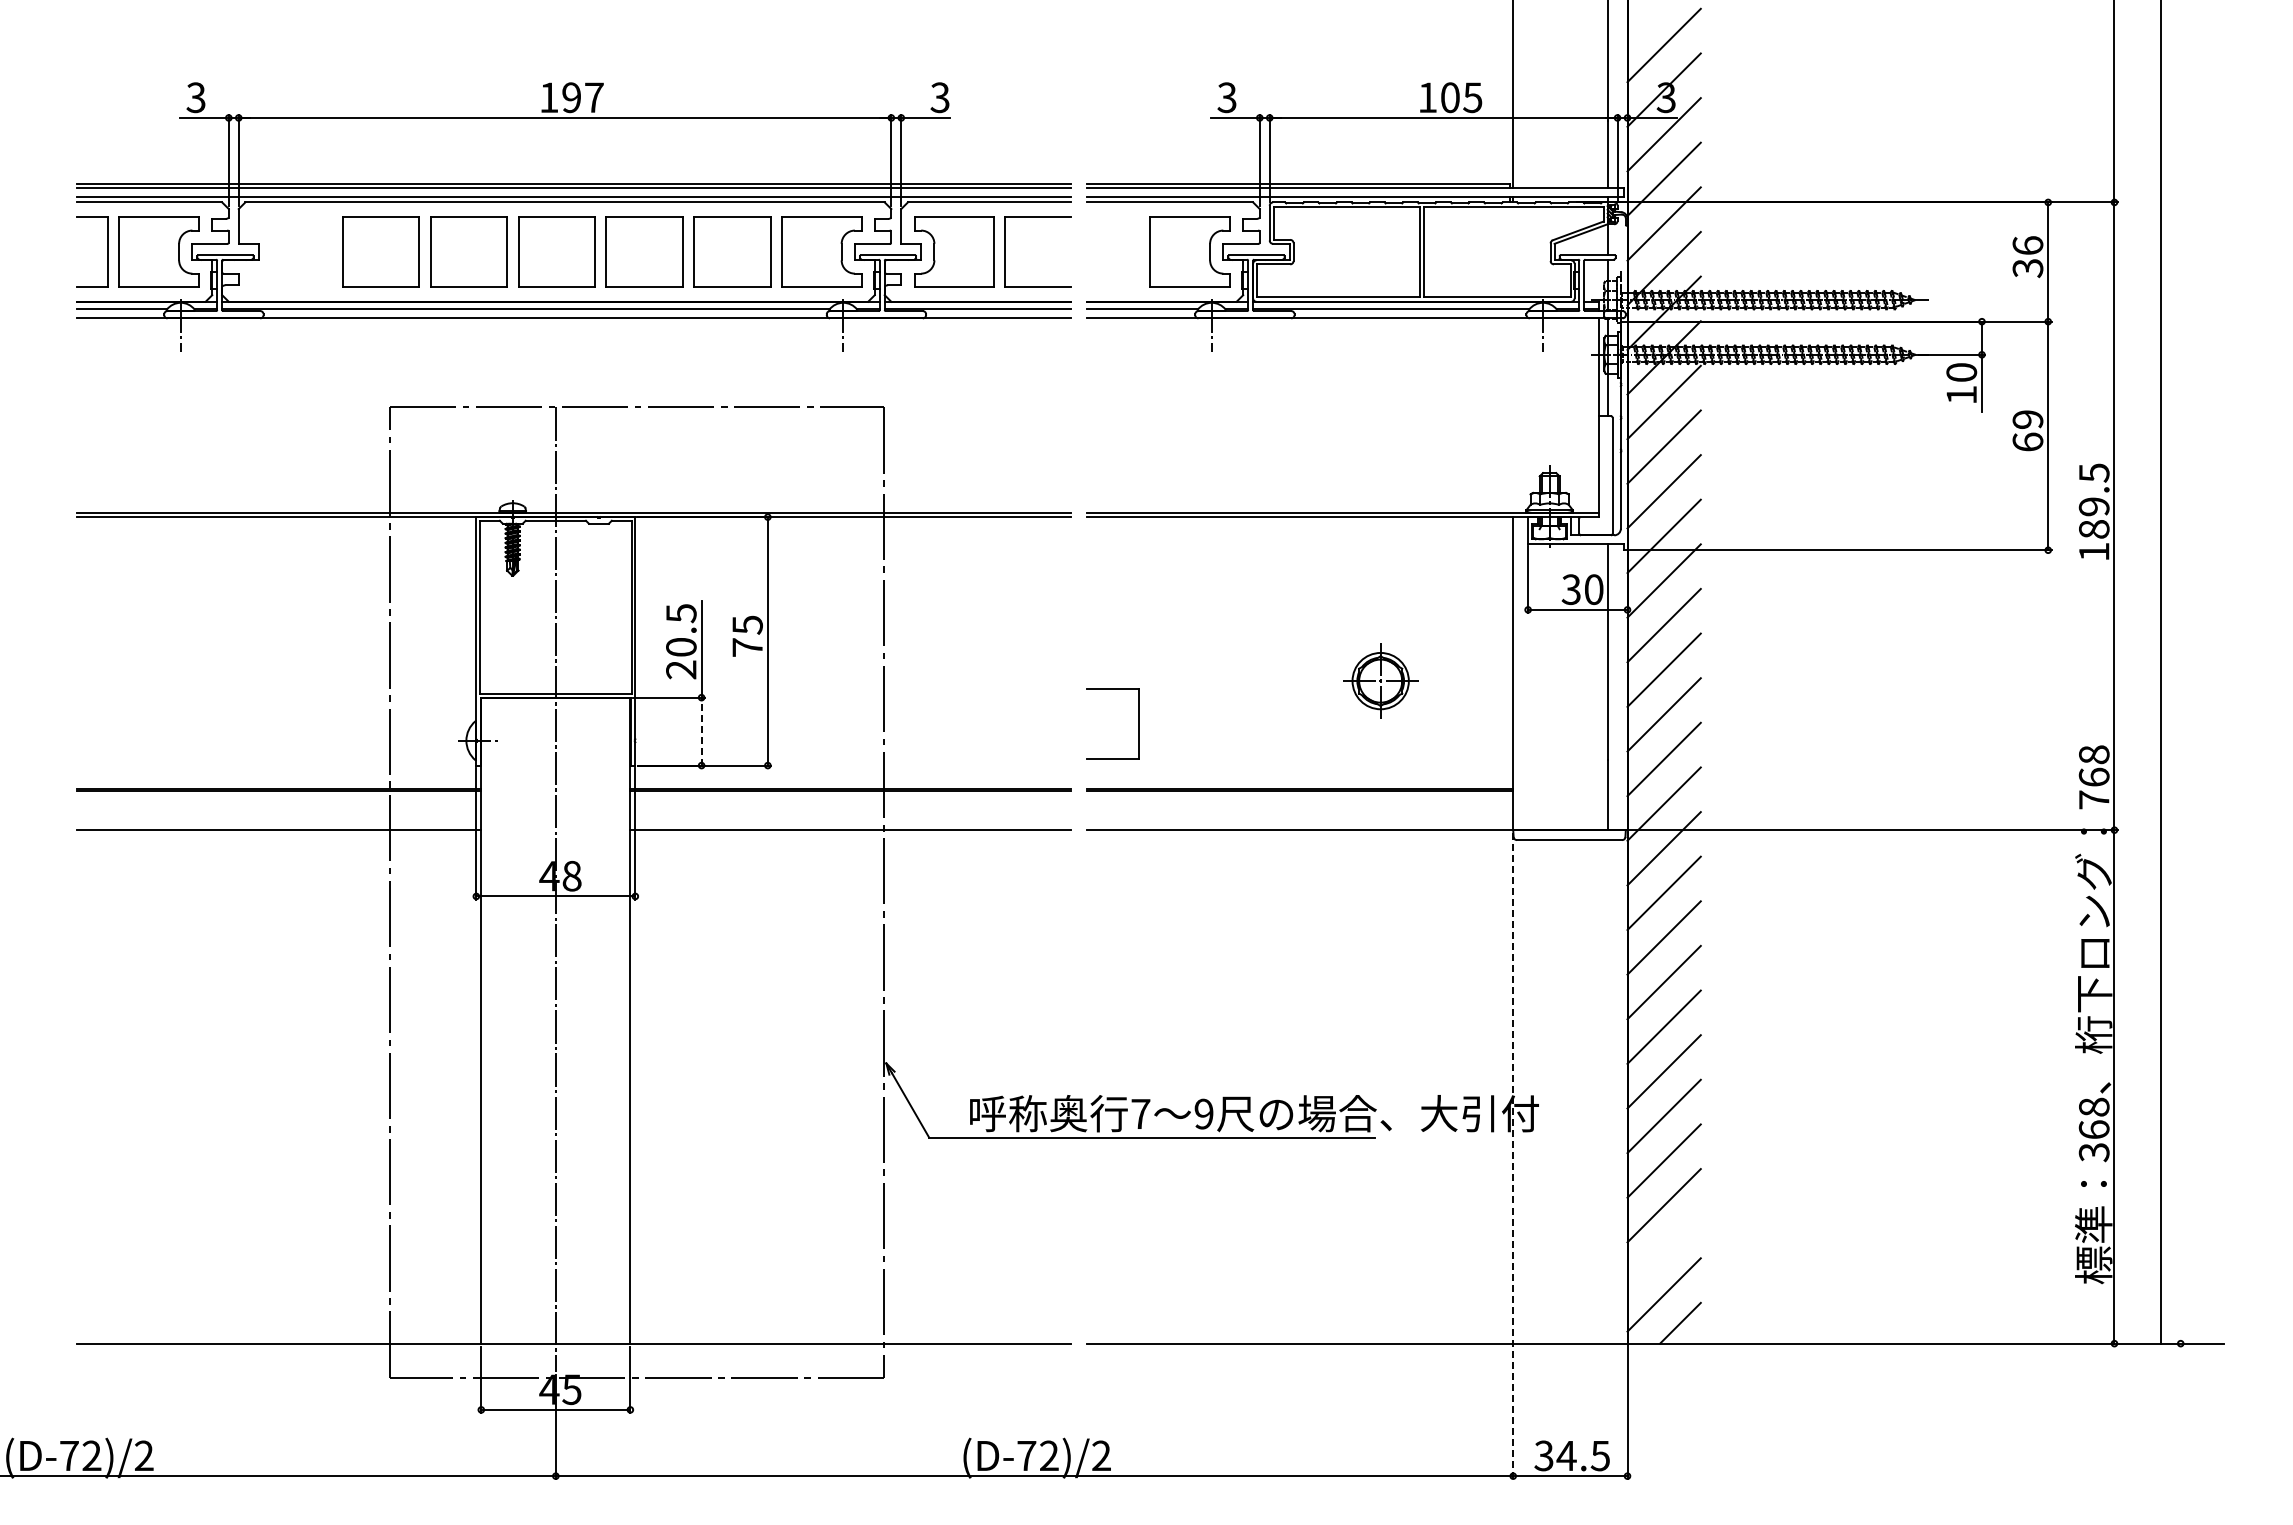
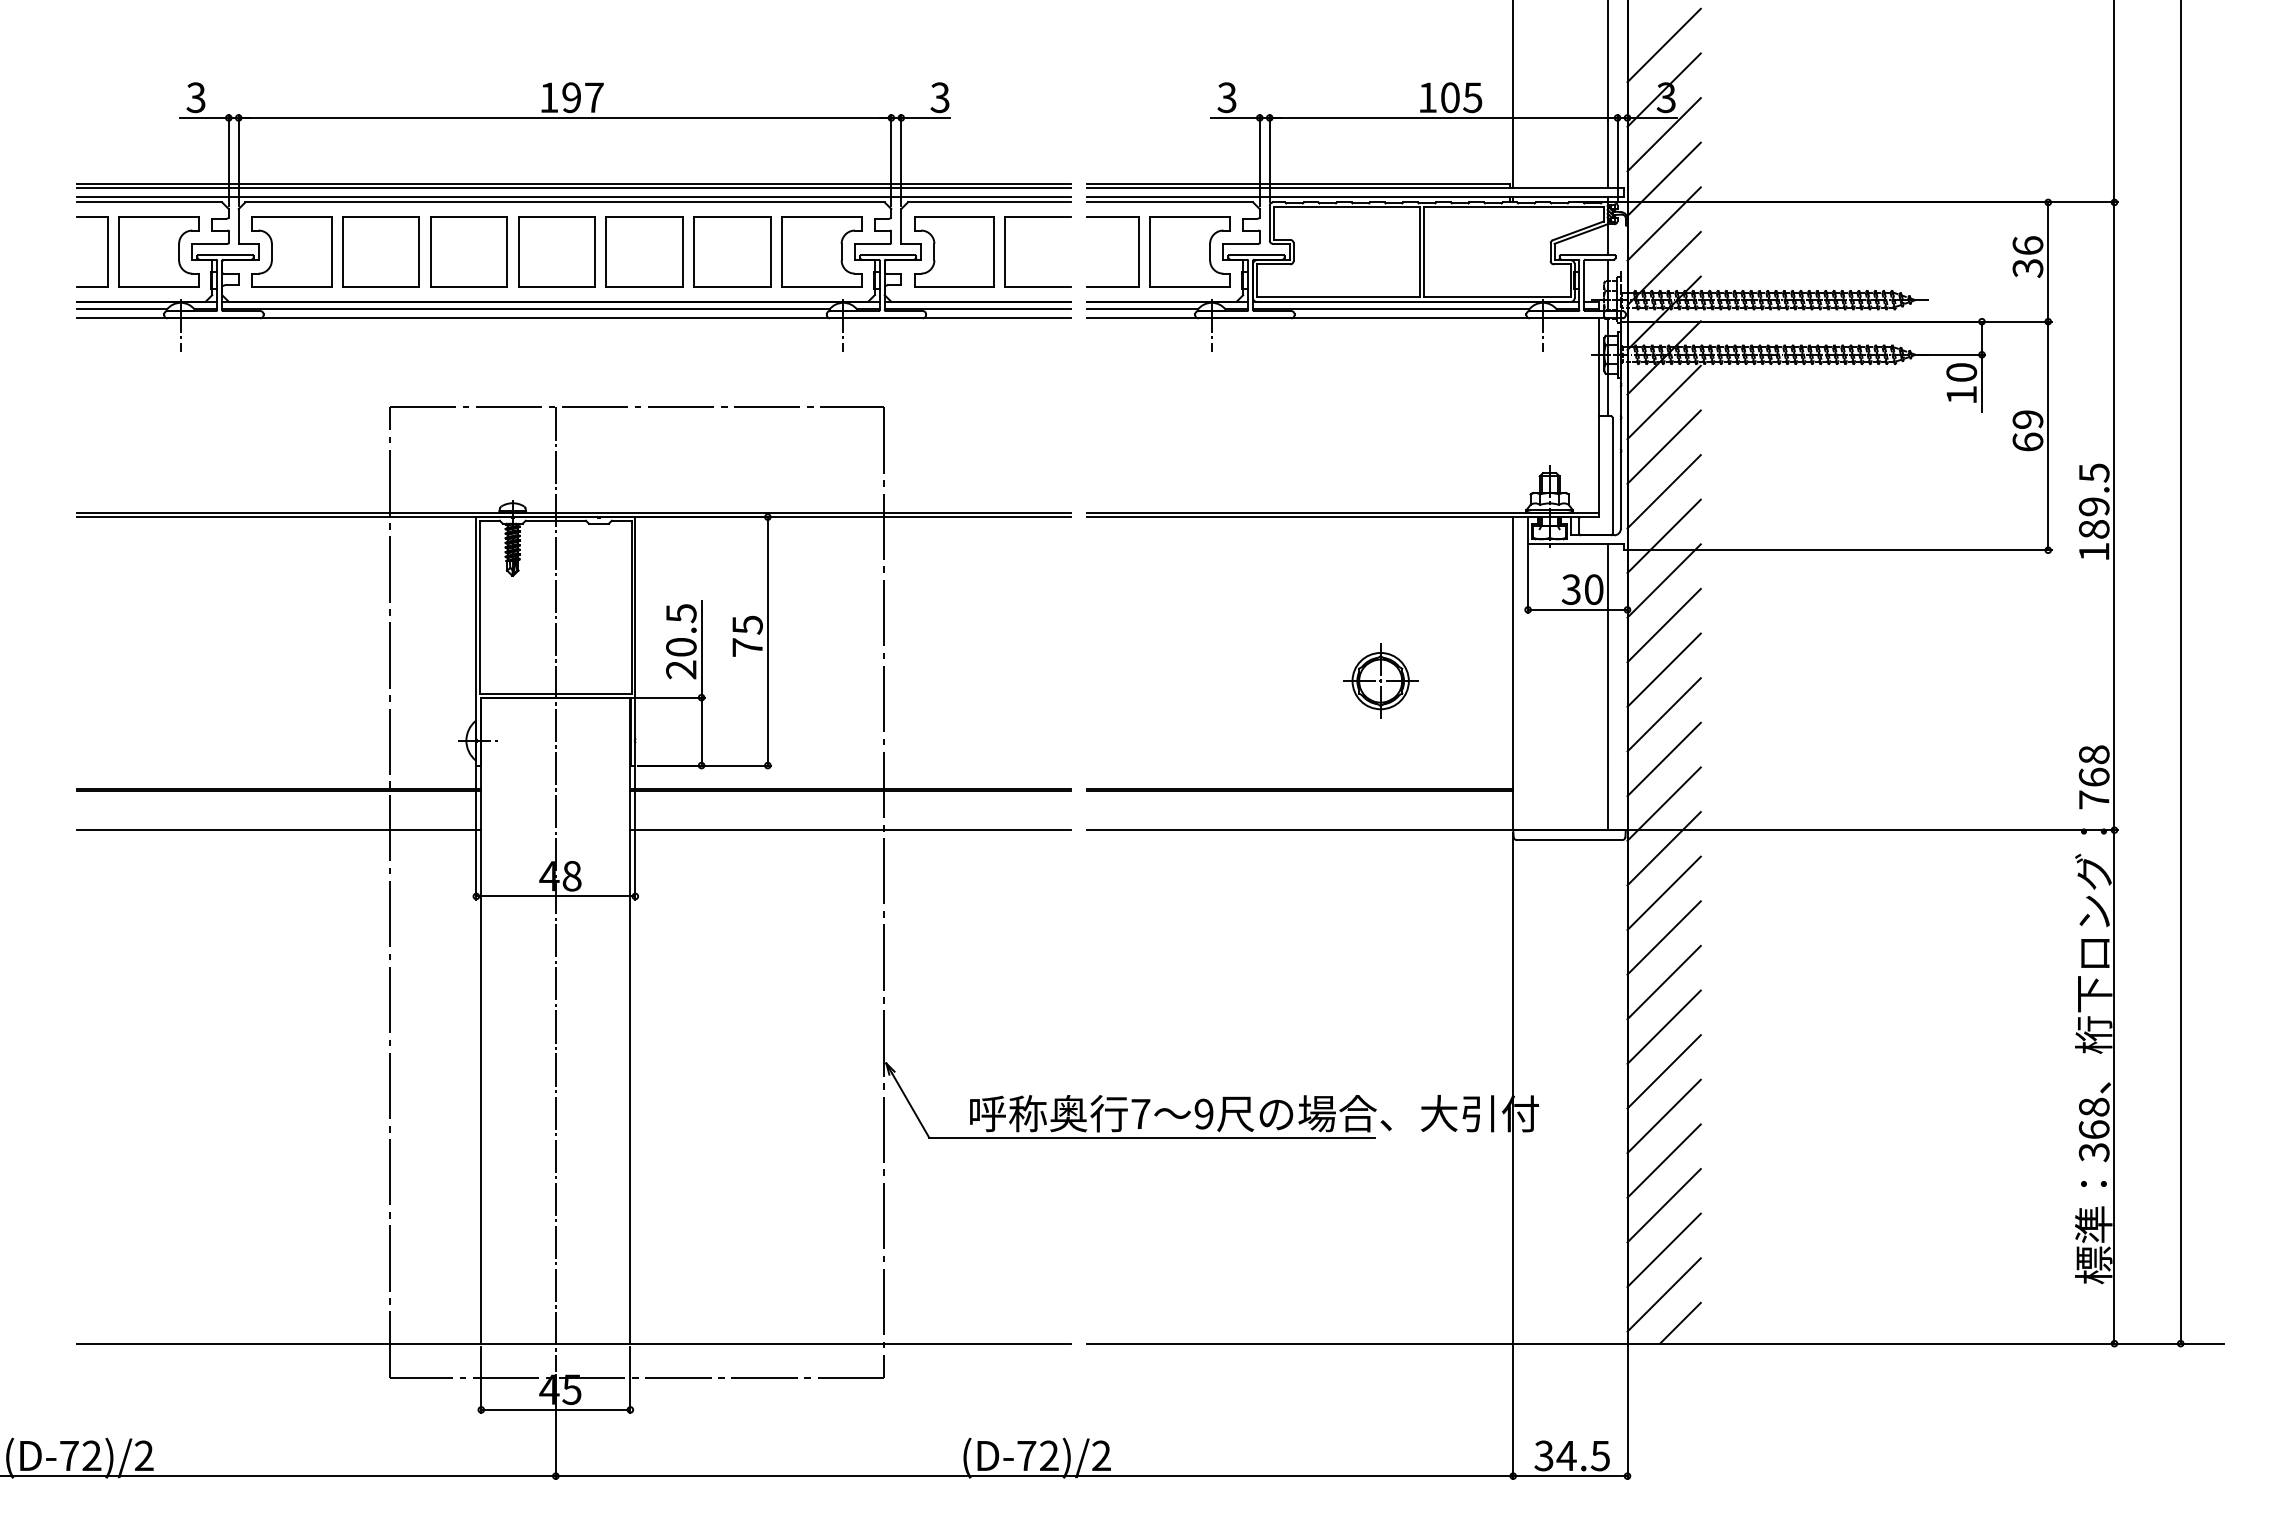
part at (291, 251): none -> present
line at (2160, 672) position: (2160, 672) -> (2180, 672)
part at (1138, 723) position: (1138, 723) -> (1138, 251)
line at (701, 731): dashed -> solid
line at (1513, 1156): dashed -> solid
line at (1663, 1250): none -> present
